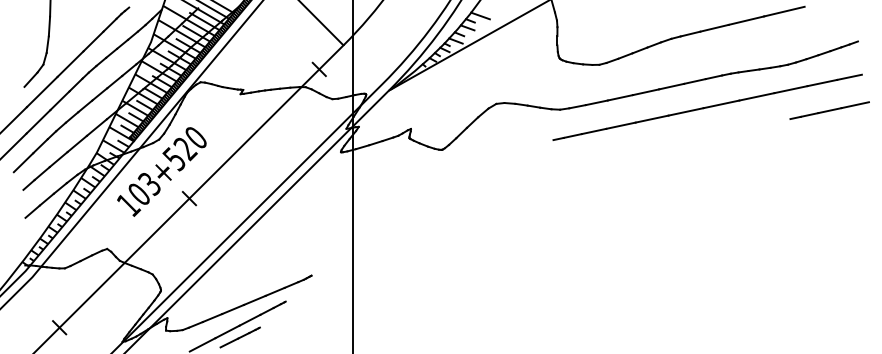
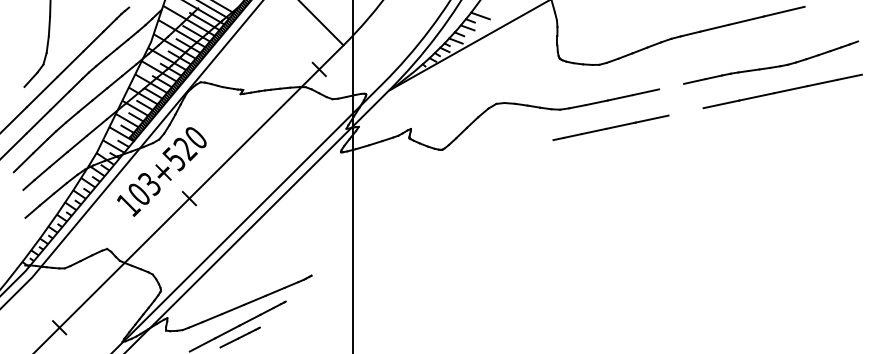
line at (671, 86): present -> none
line at (829, 110): present -> none
line at (685, 111): present -> none
